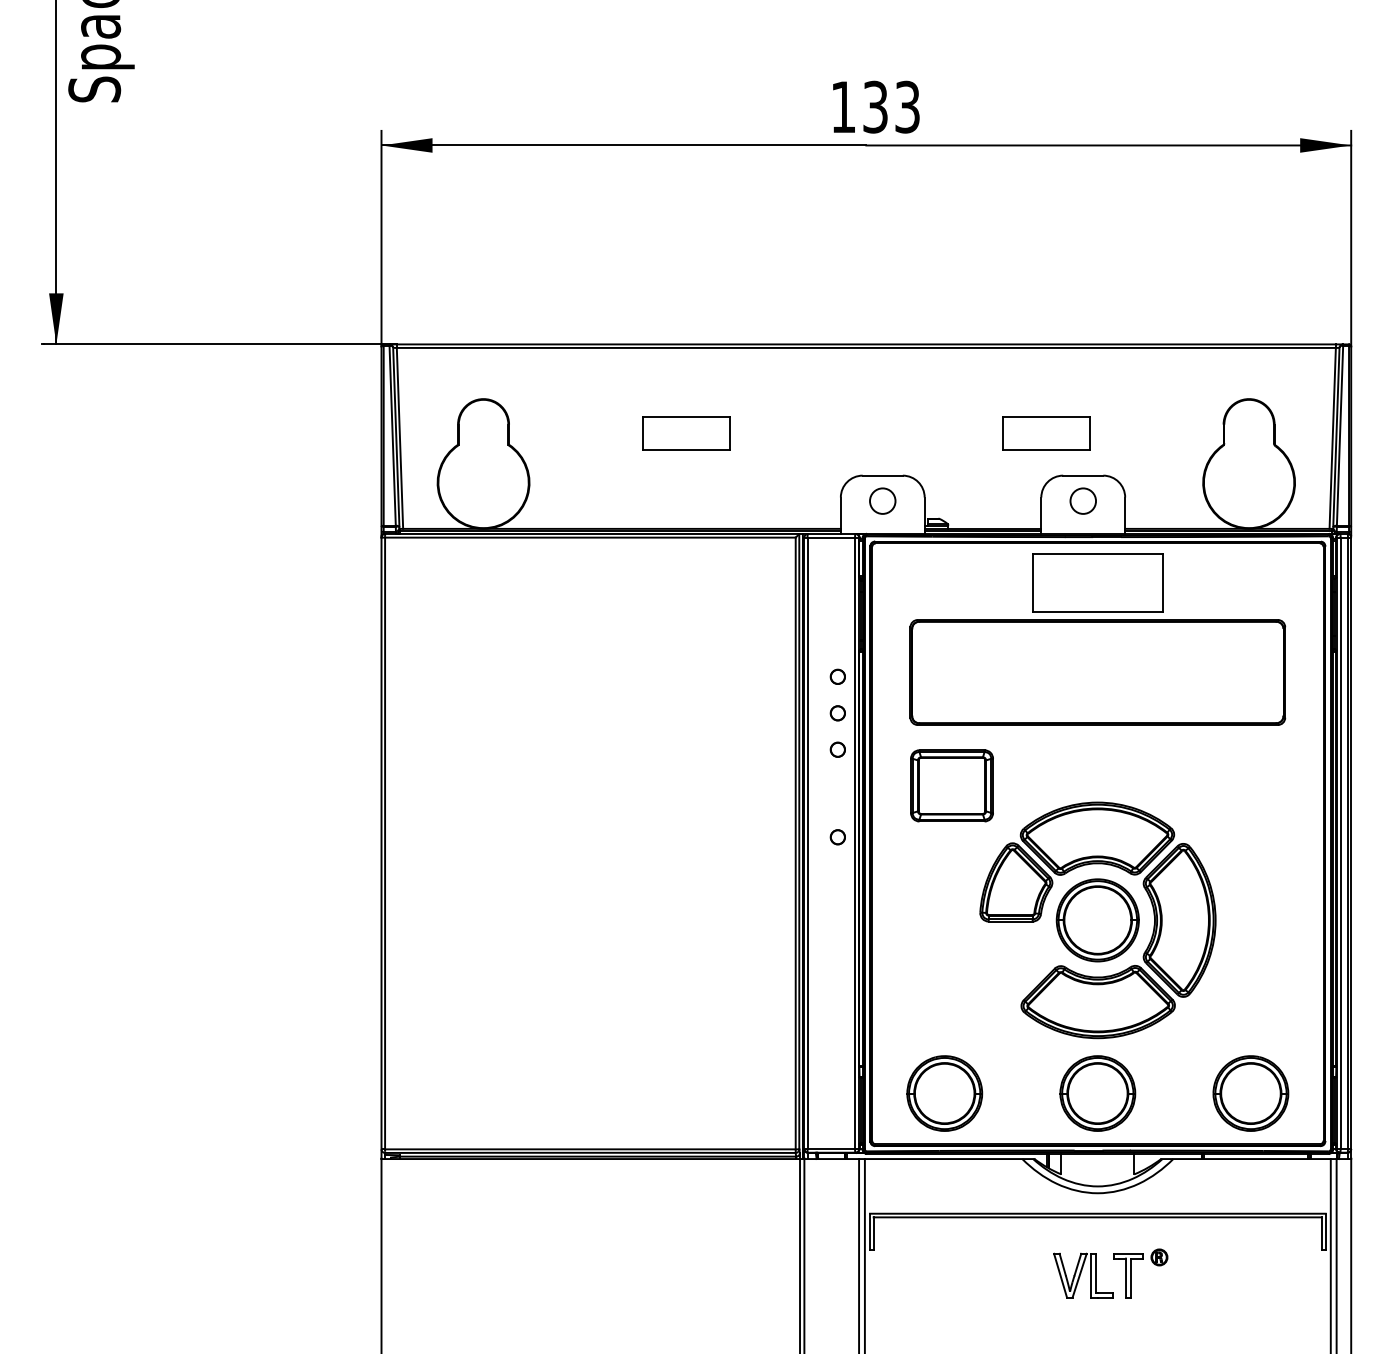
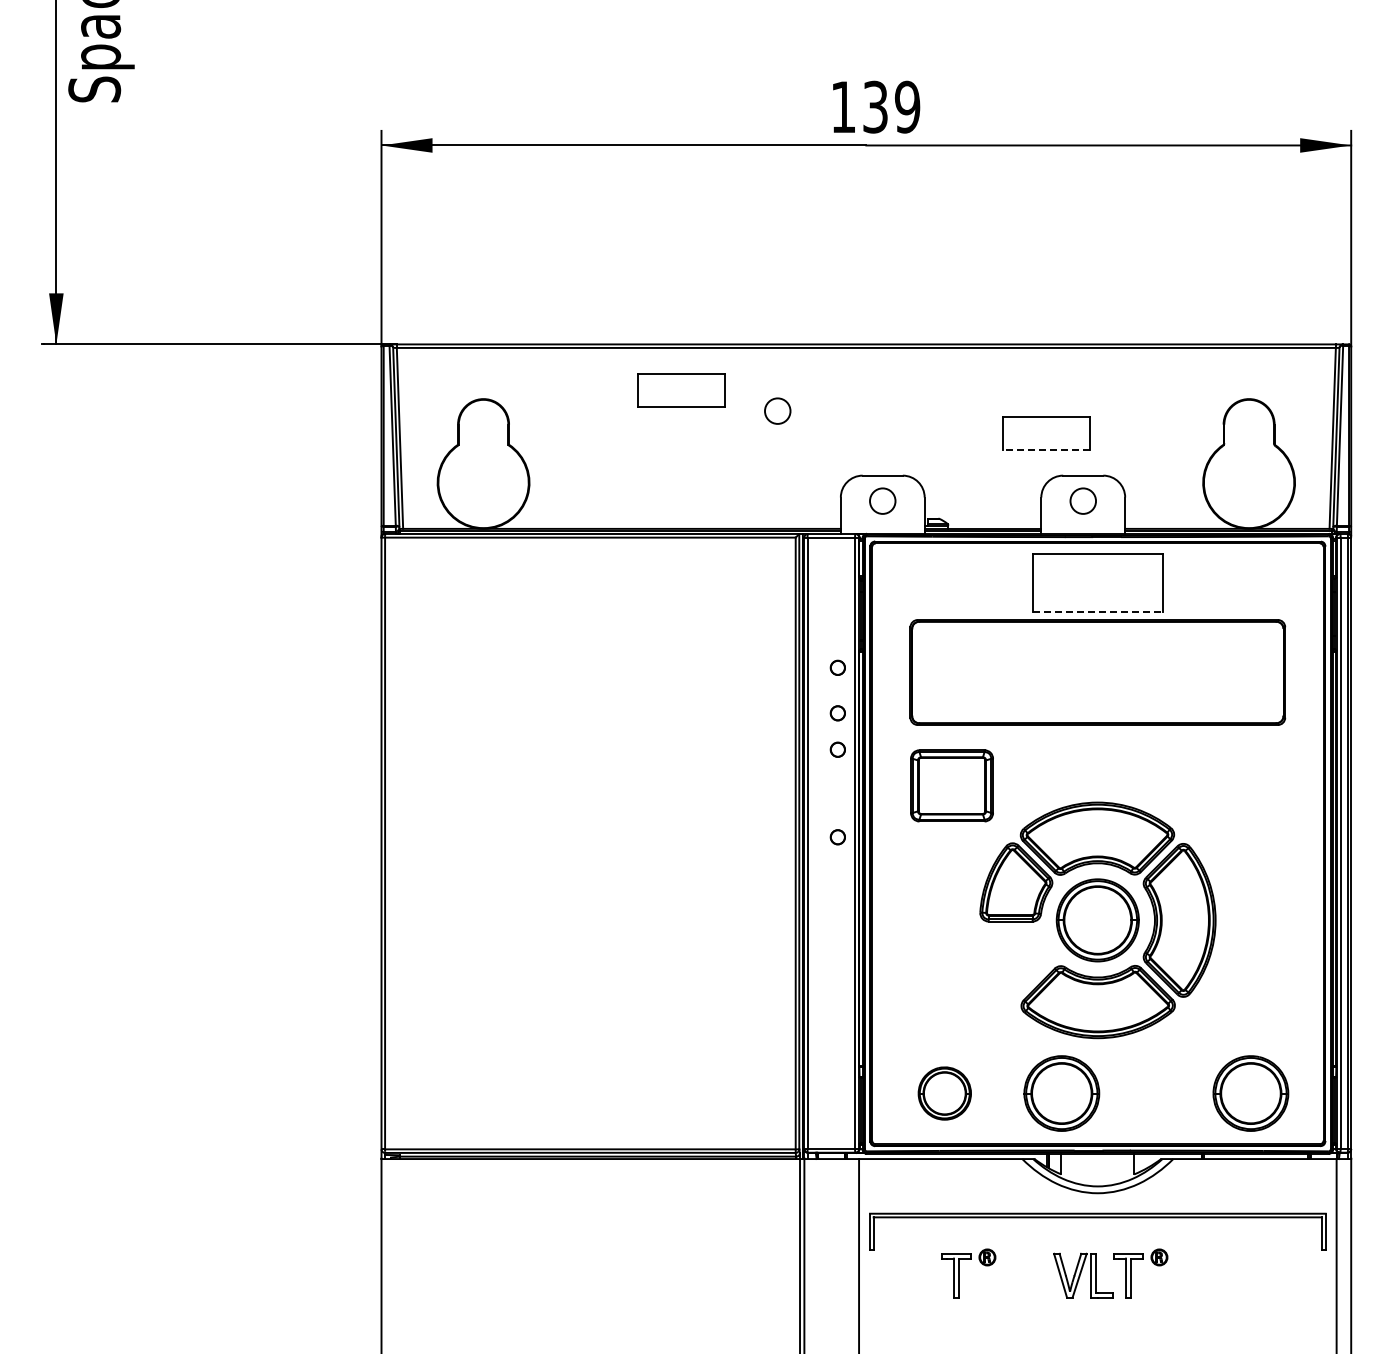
text at (907, 106): 133 -> 139
circle at (777, 410): none -> present
part at (686, 433) position: (686, 433) -> (681, 390)
line at (1046, 450): solid -> dashed
line at (1097, 612): solid -> dashed
circle at (837, 676) position: (837, 676) -> (837, 667)
part at (944, 1093) size: 78x77 px -> 55x55 px
part at (1097, 1093) position: (1097, 1093) -> (1061, 1093)
line at (864, 1254): present -> none
line at (1330, 1254): present -> none
part at (959, 1273): none -> present
